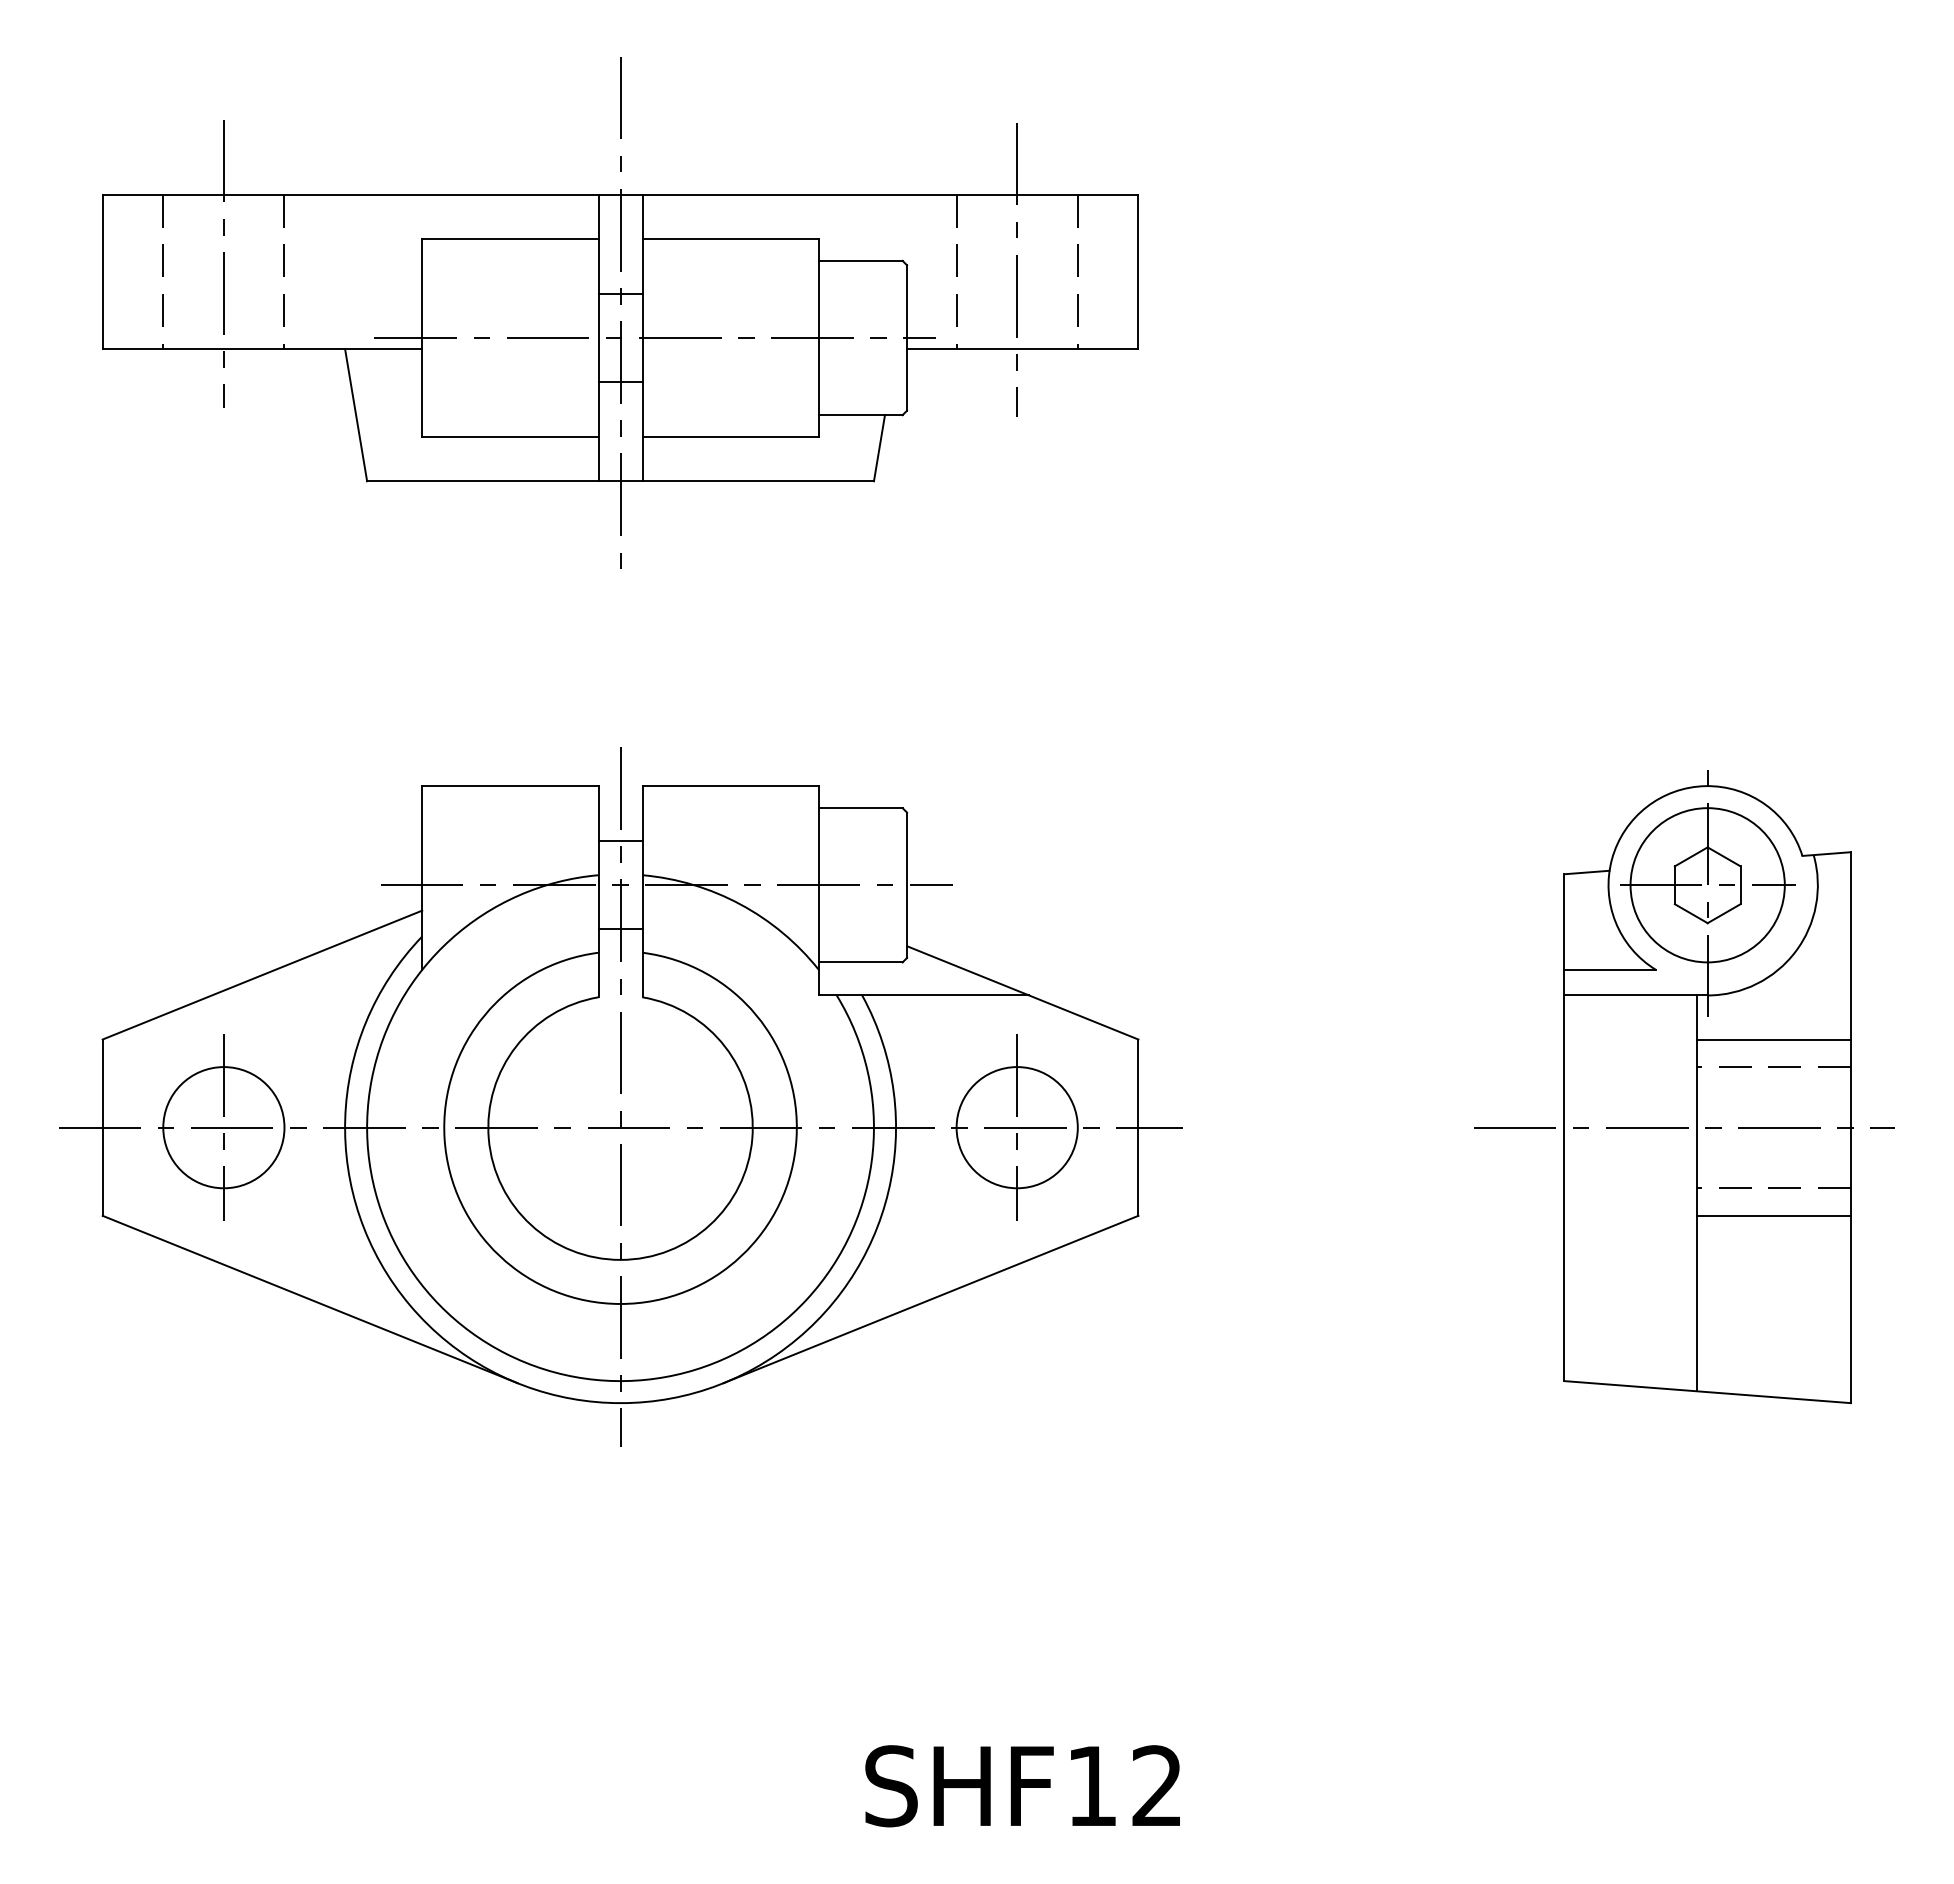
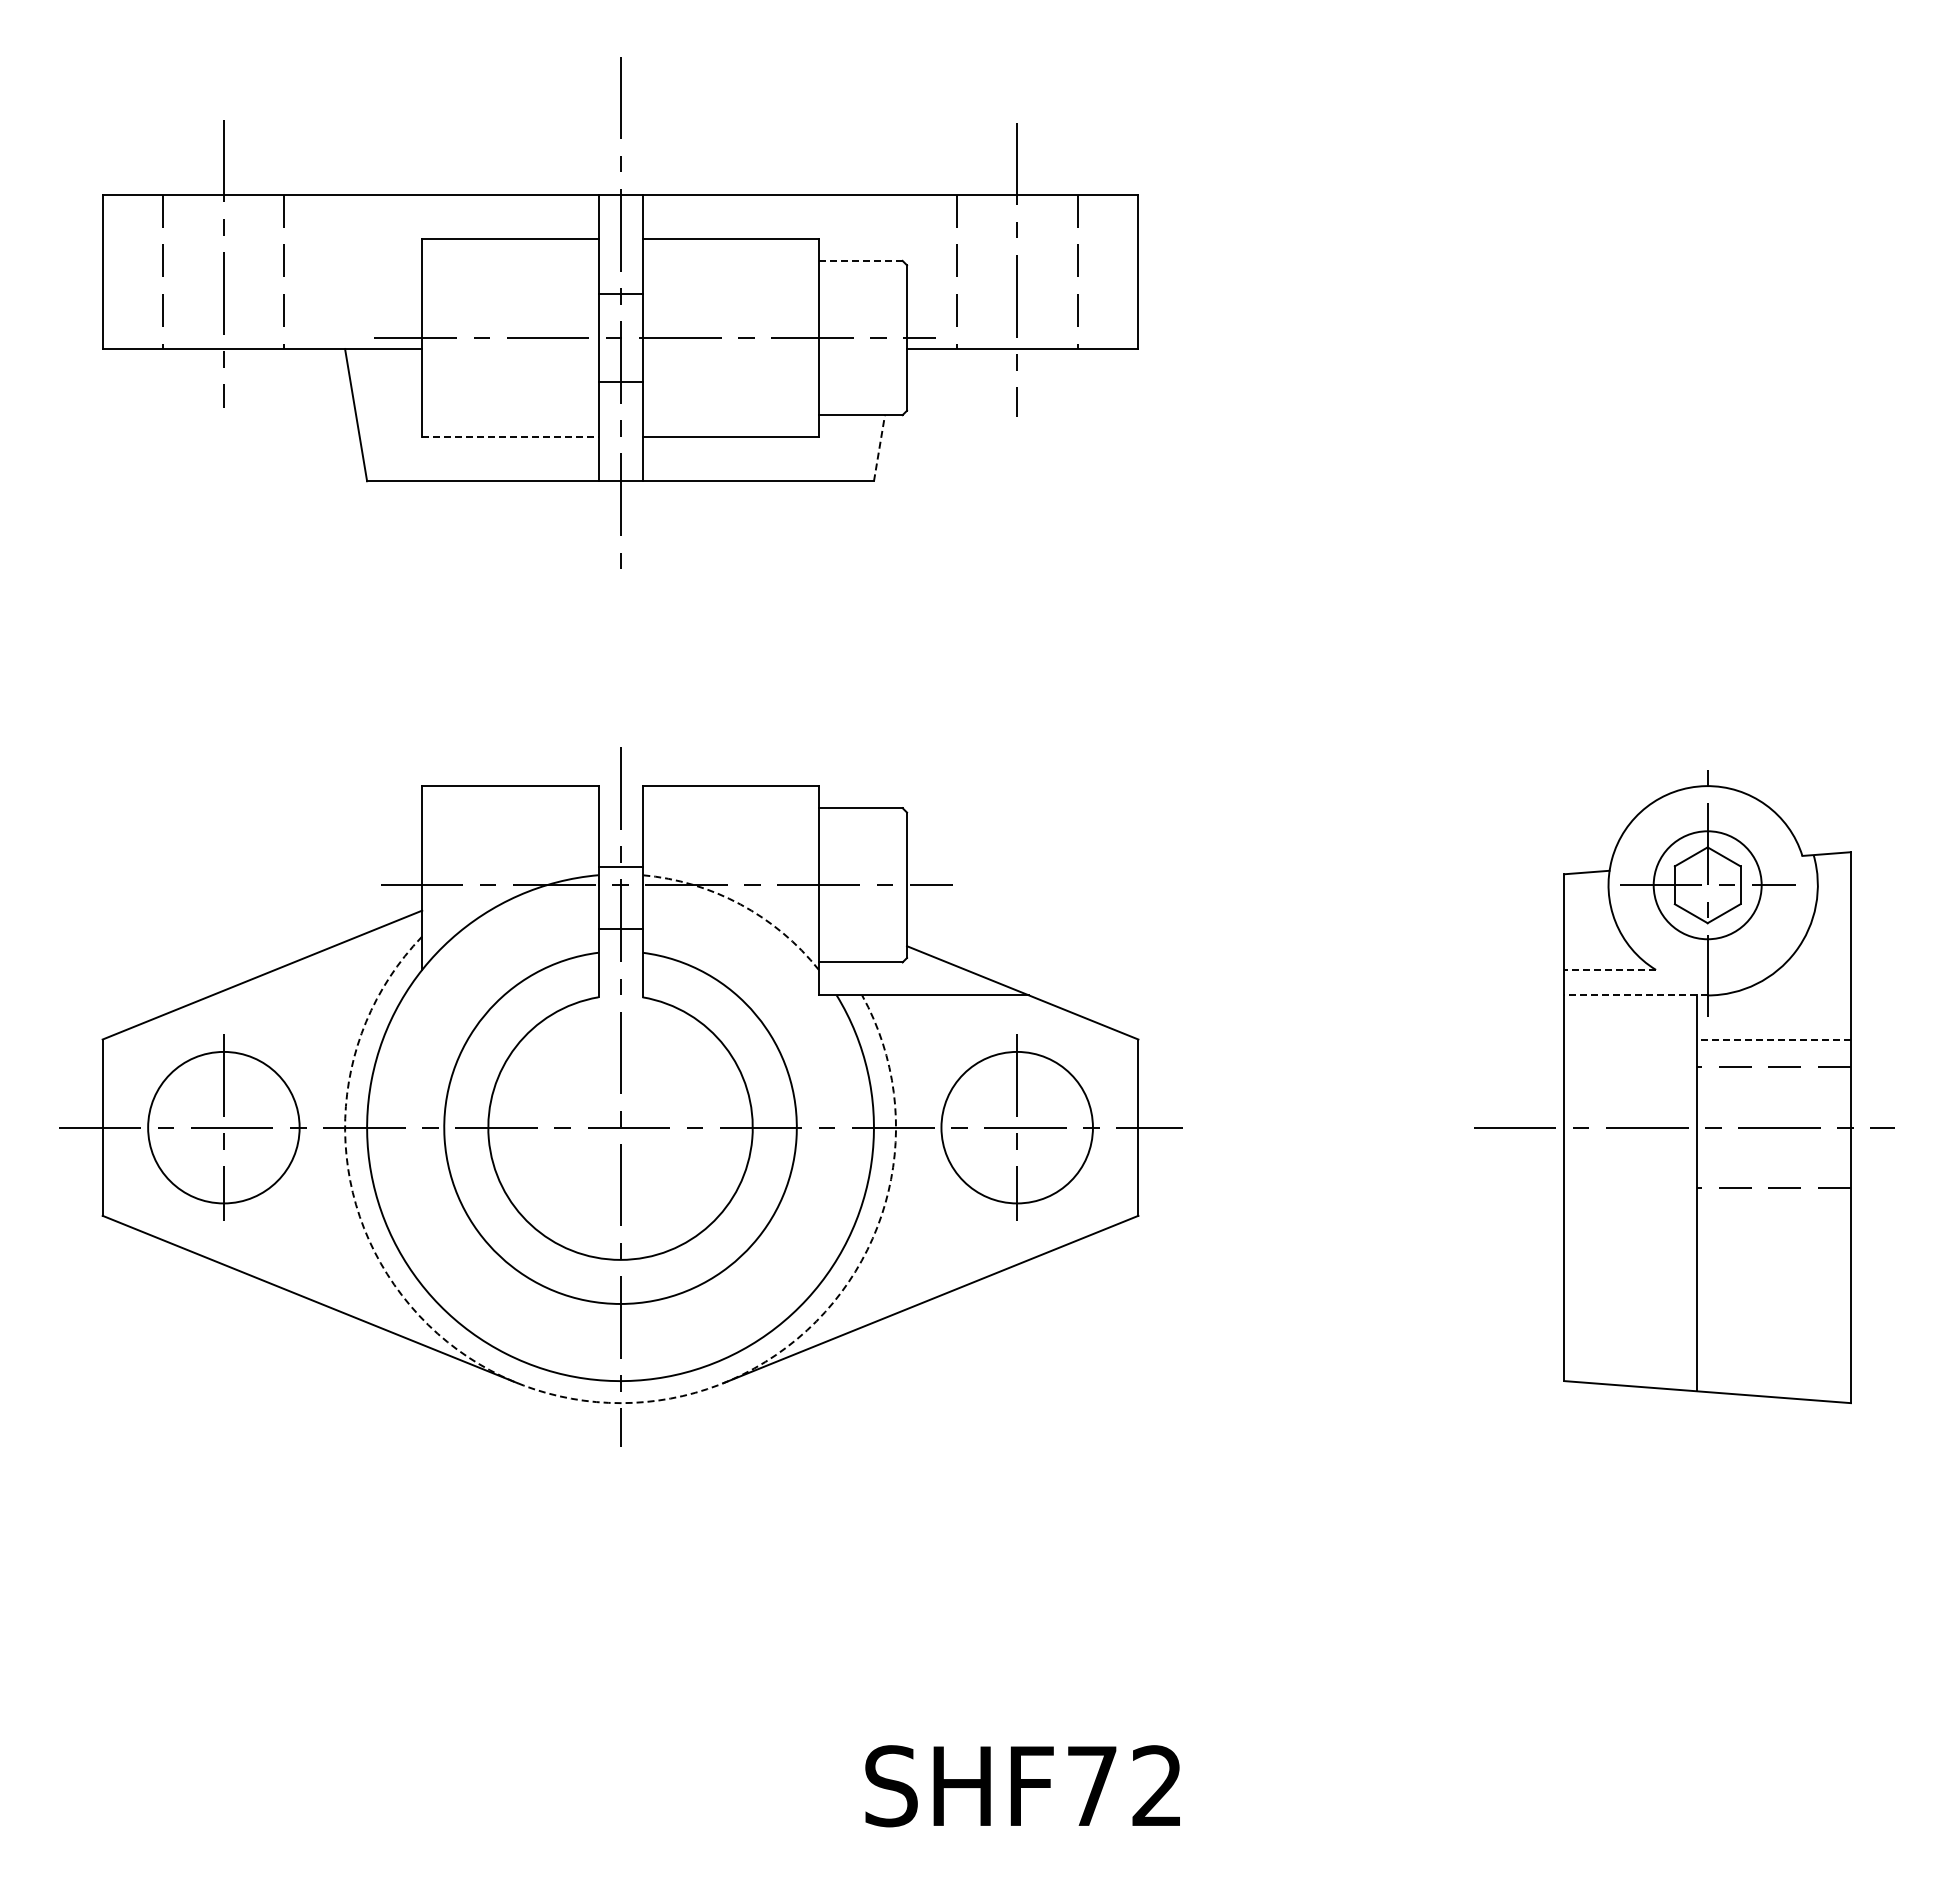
line at (860, 260): solid -> dashed
line at (510, 437): solid -> dashed
line at (879, 448): solid -> dashed
line at (620, 841) position: (620, 841) -> (620, 867)
circle at (1707, 885) diameter: 154 px -> 108 px
arc at (740, 904): solid -> dashed
line at (1610, 969): solid -> dashed
line at (1636, 995): solid -> dashed
line at (1773, 1039): solid -> dashed
circle at (223, 1127) diameter: 121 px -> 152 px
circle at (1016, 1127) diameter: 121 px -> 152 px
line at (1773, 1215): present -> none
arc at (583, 1400): solid -> dashed
text at (1092, 1785): SHF12 -> SHF72
